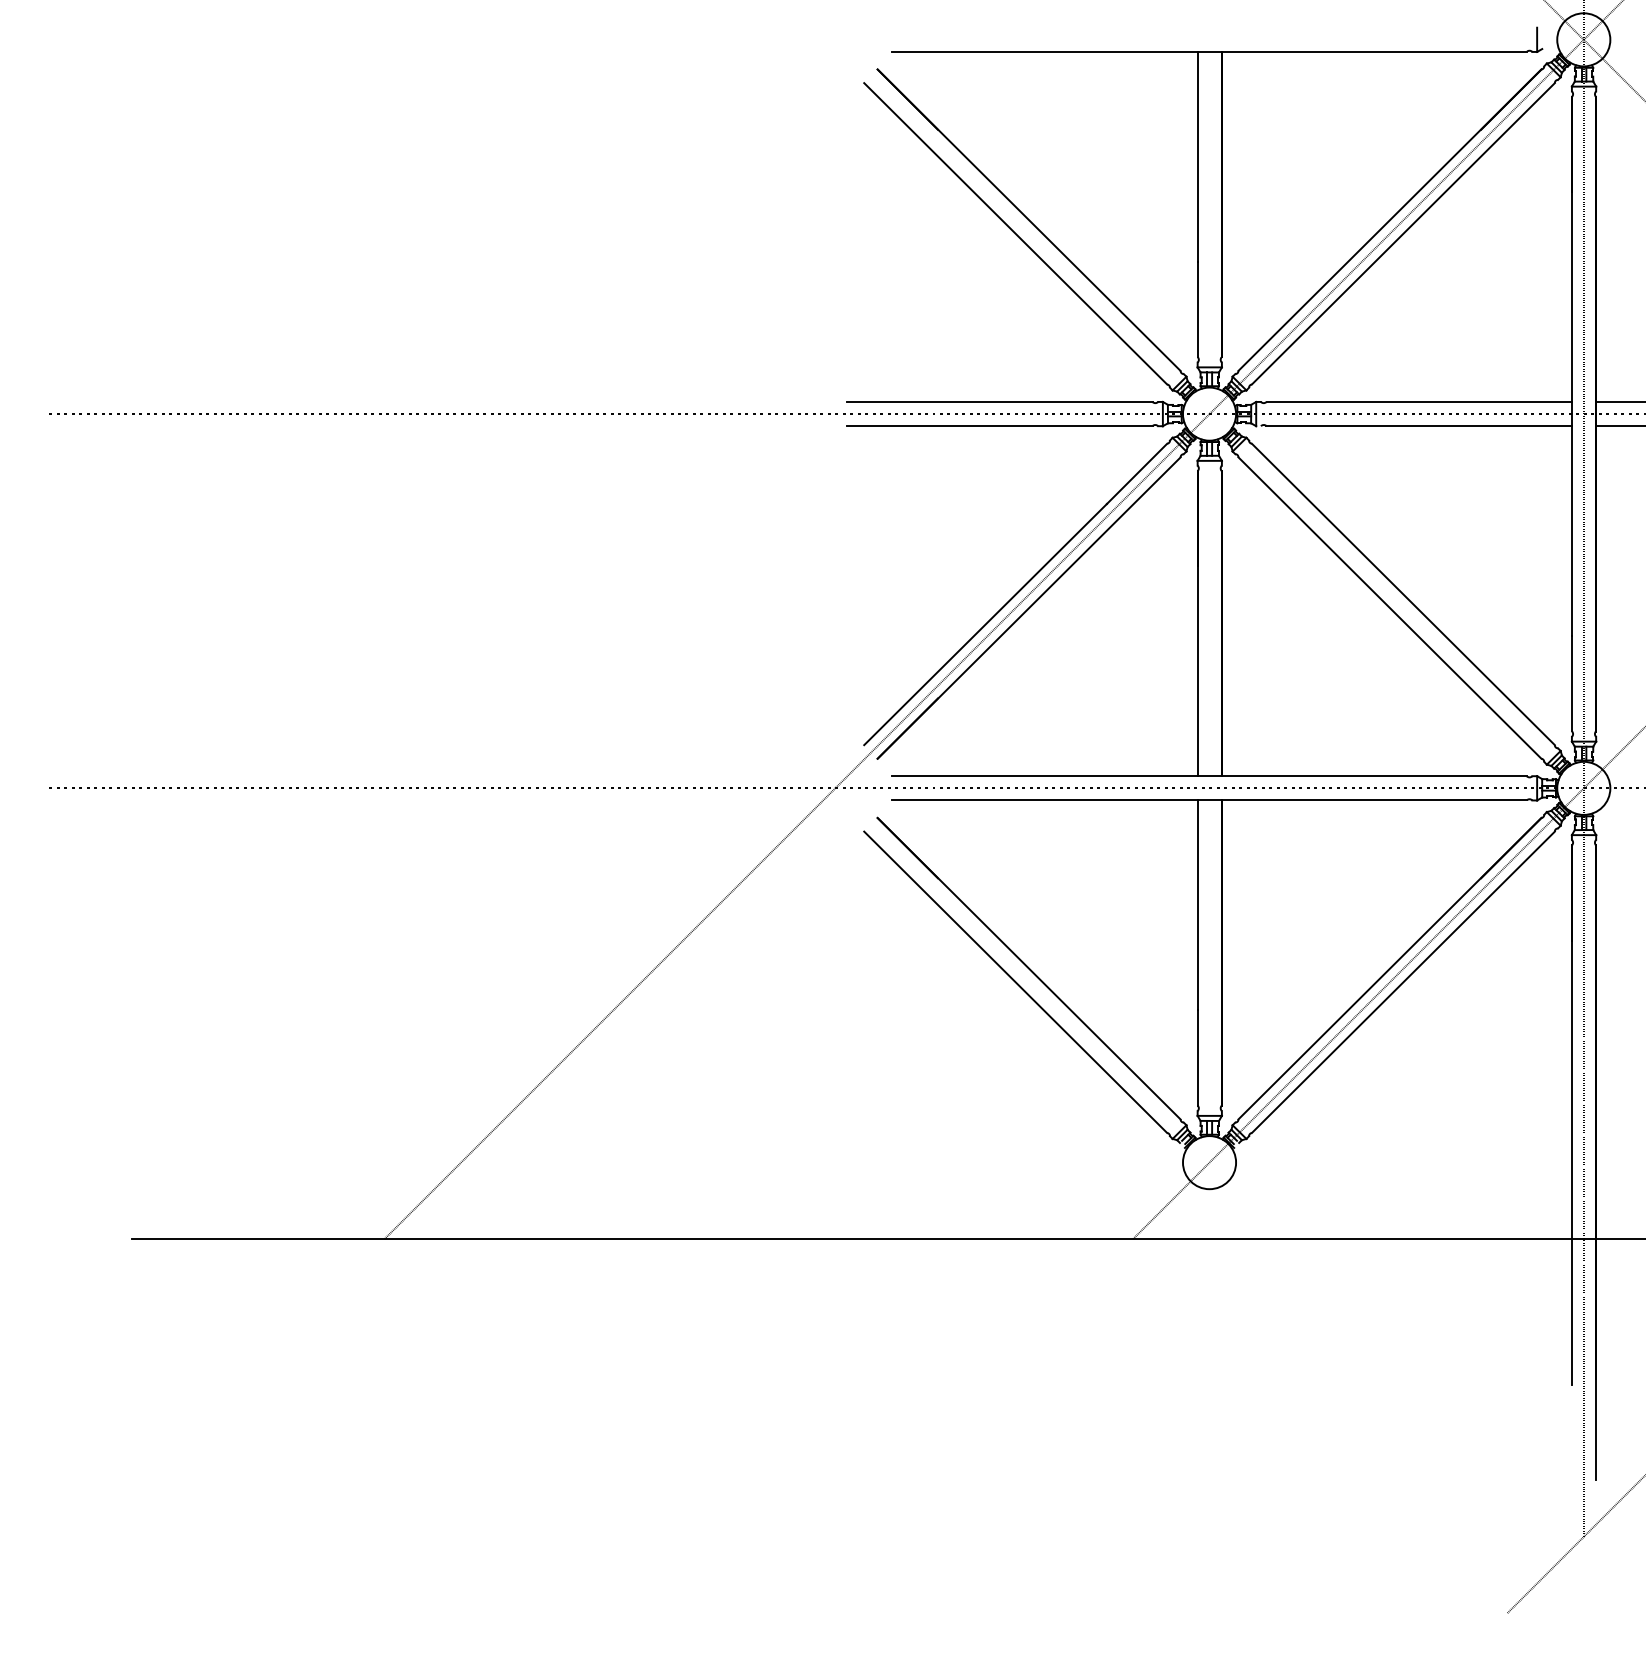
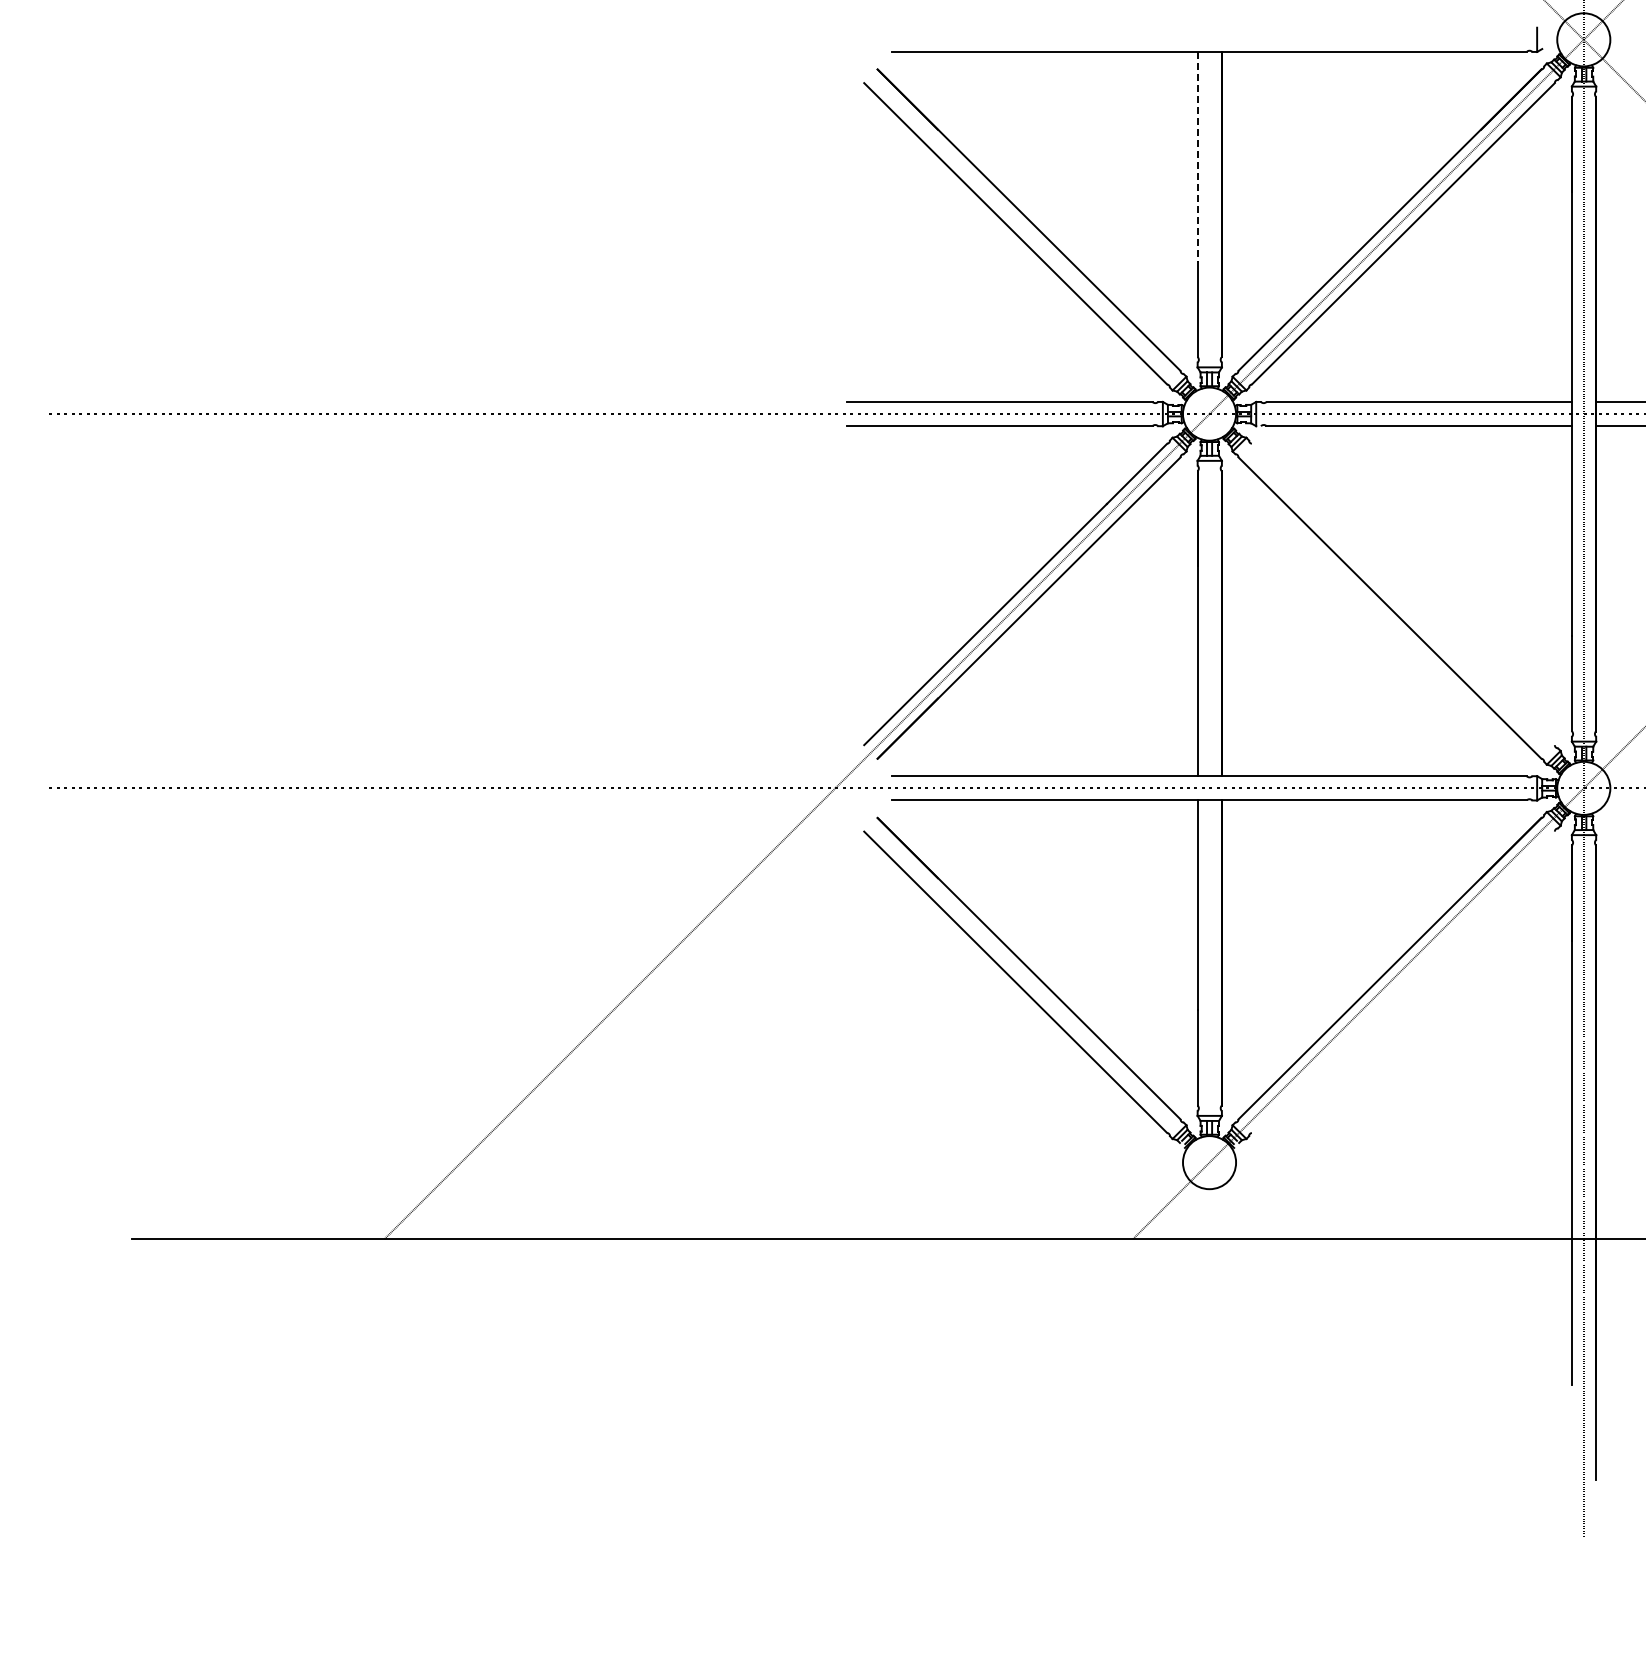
line at (1197, 157): solid -> dashed
line at (1402, 594): present -> none
line at (1402, 982): present -> none
line at (1574, 1545): present -> none
